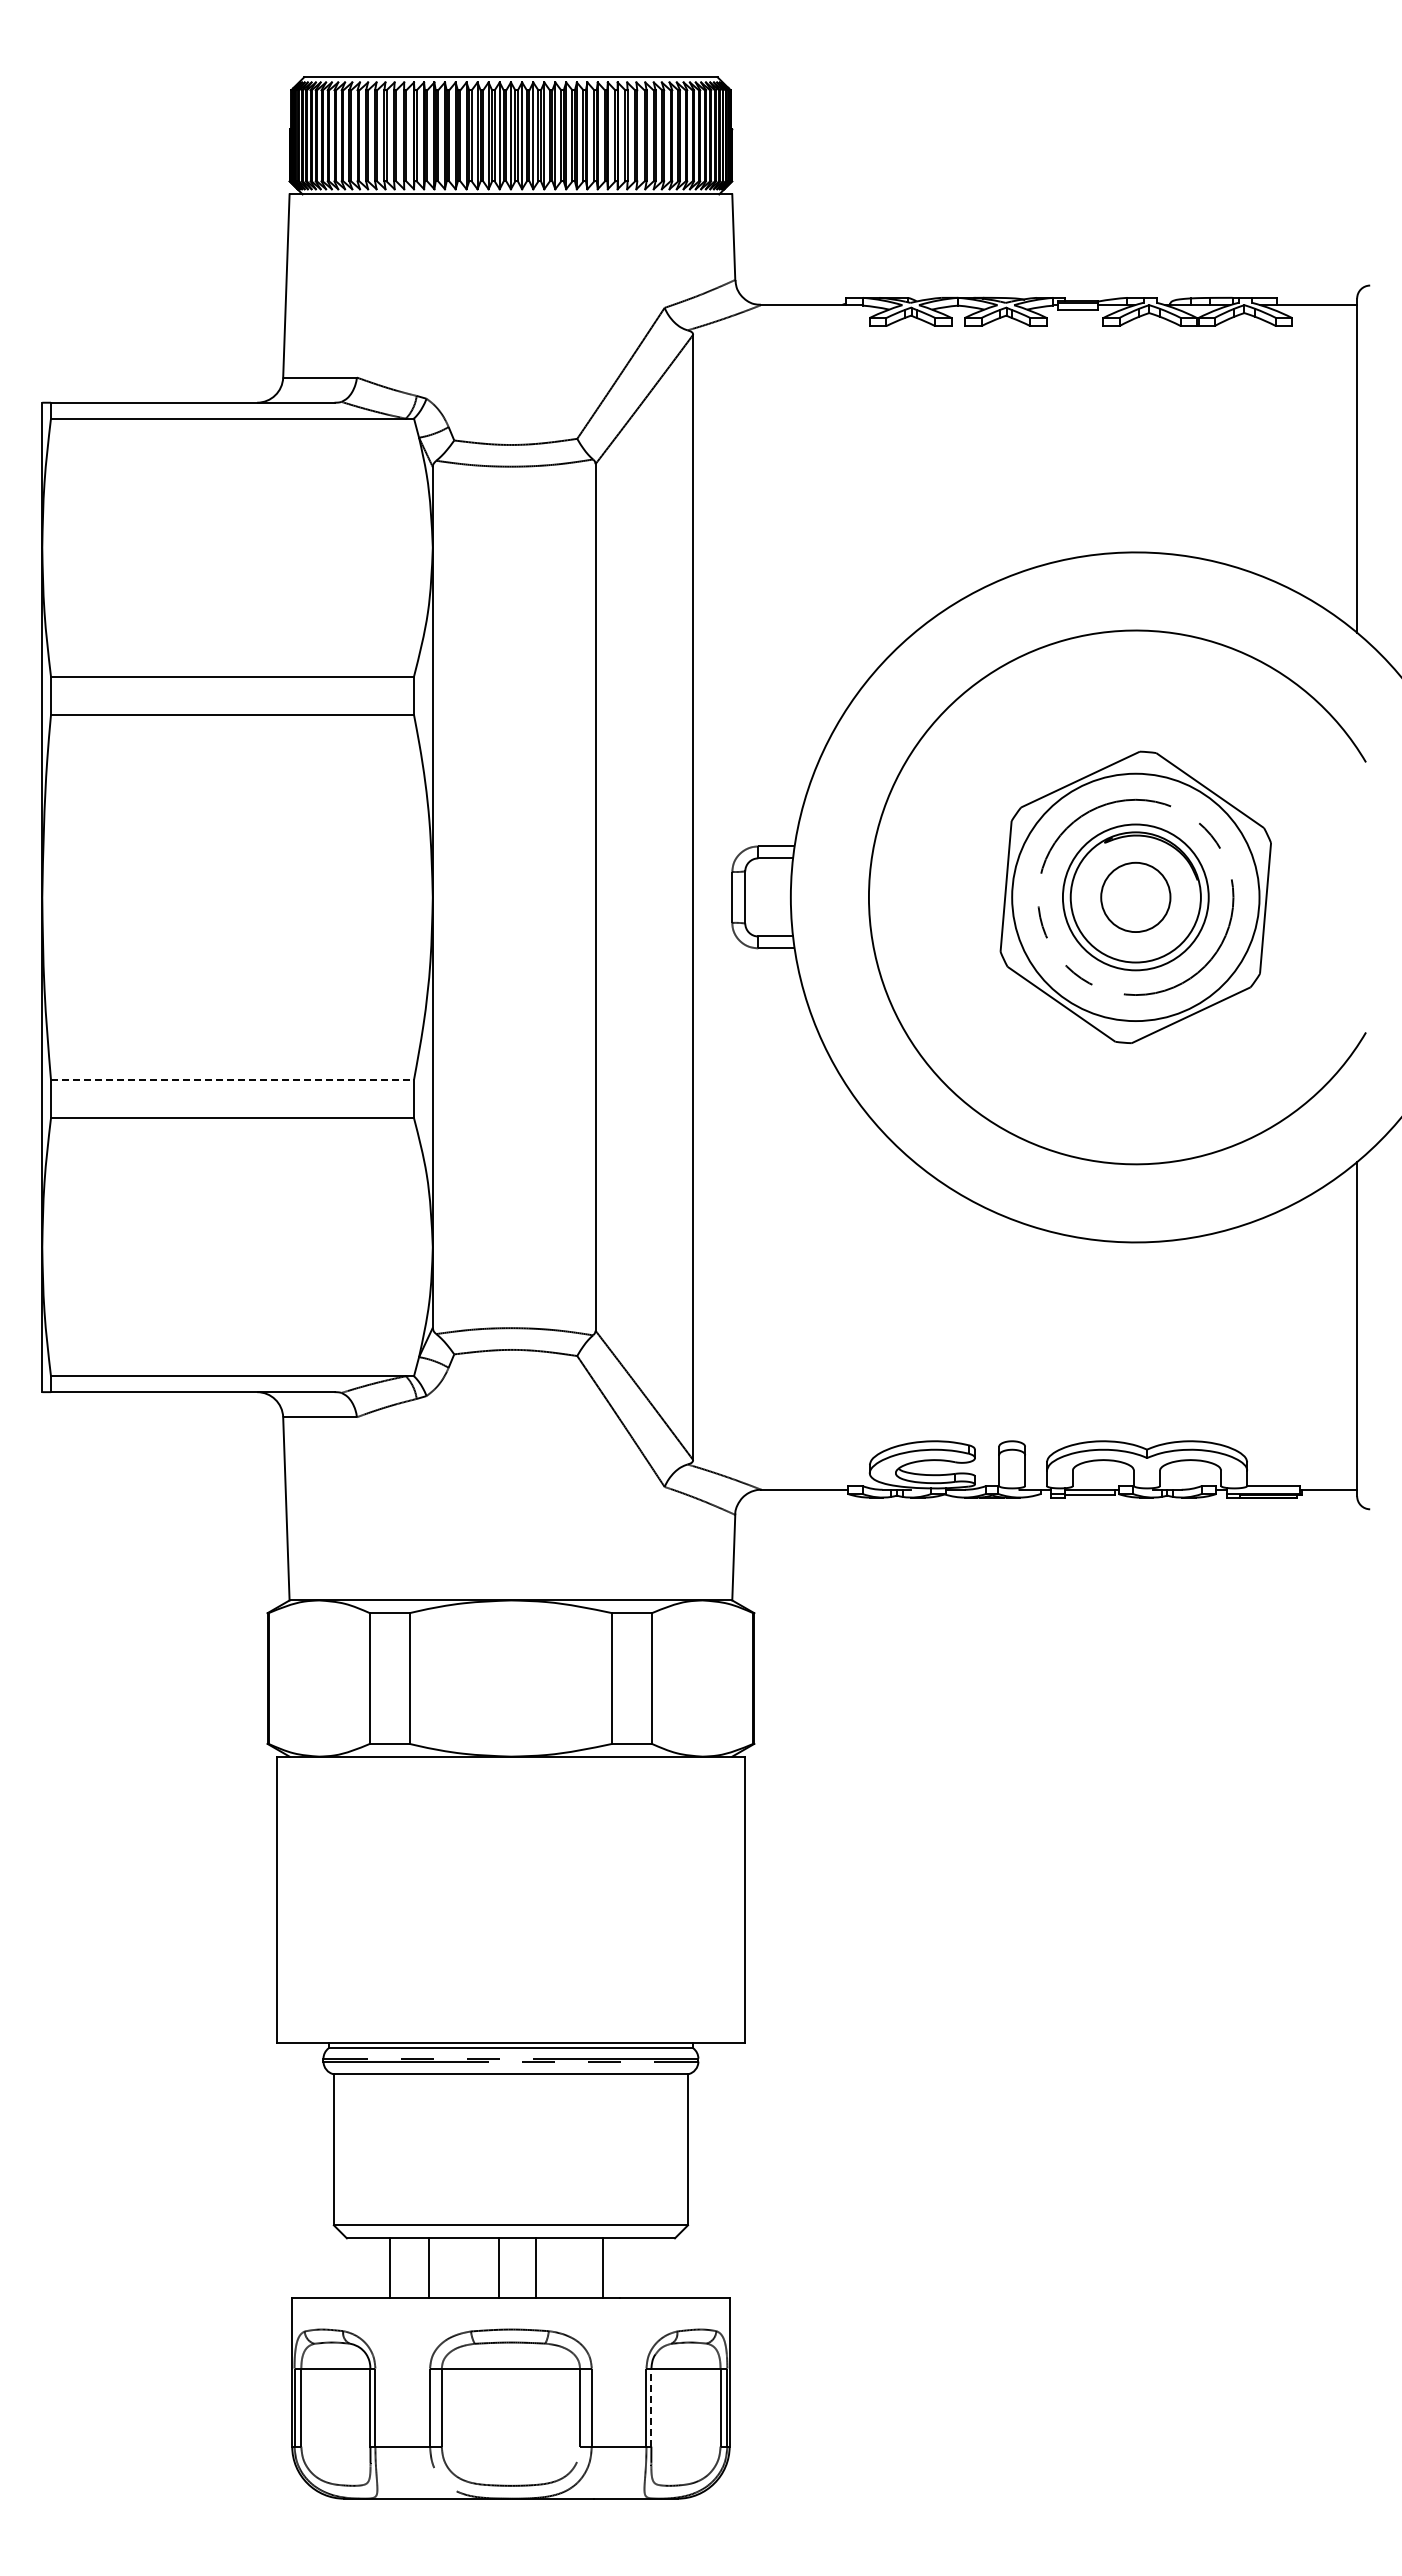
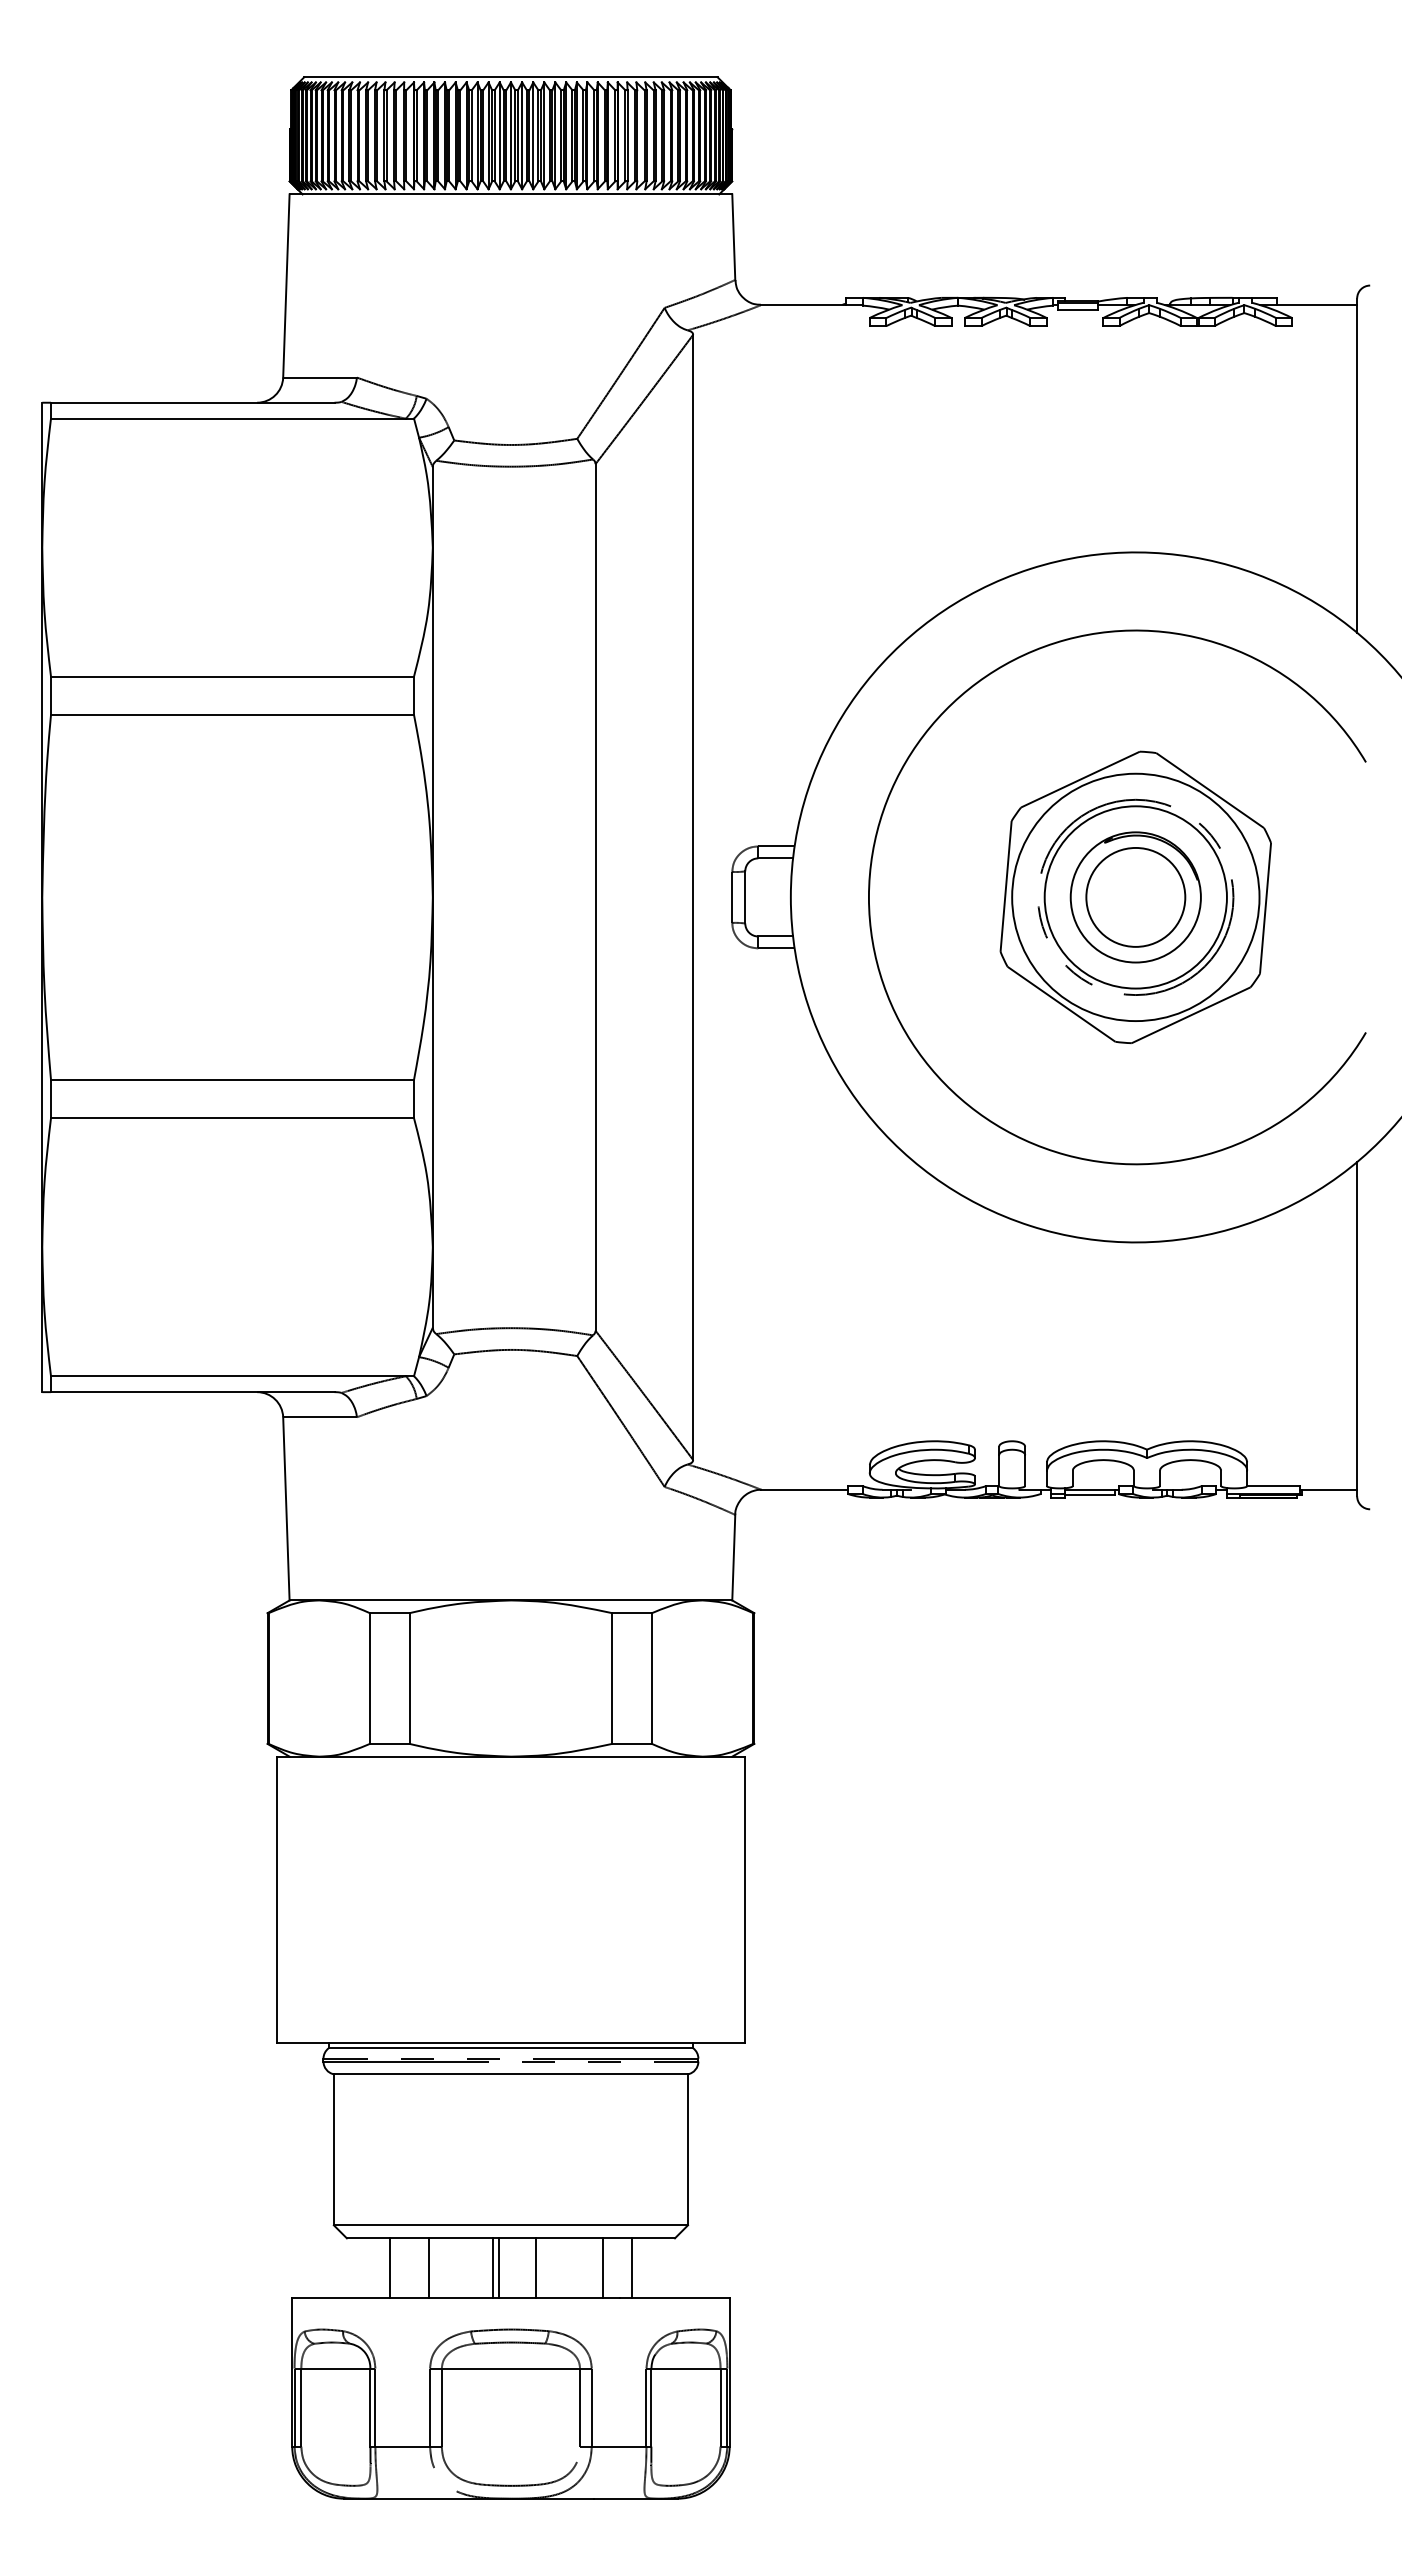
circle at (1135, 897) diameter: 146 px -> 182 px
circle at (1135, 897) diameter: 69 px -> 99 px
line at (232, 1079): dashed -> solid
line at (492, 2268): none -> present
line at (631, 2268): none -> present
line at (651, 2407): dashed -> solid
